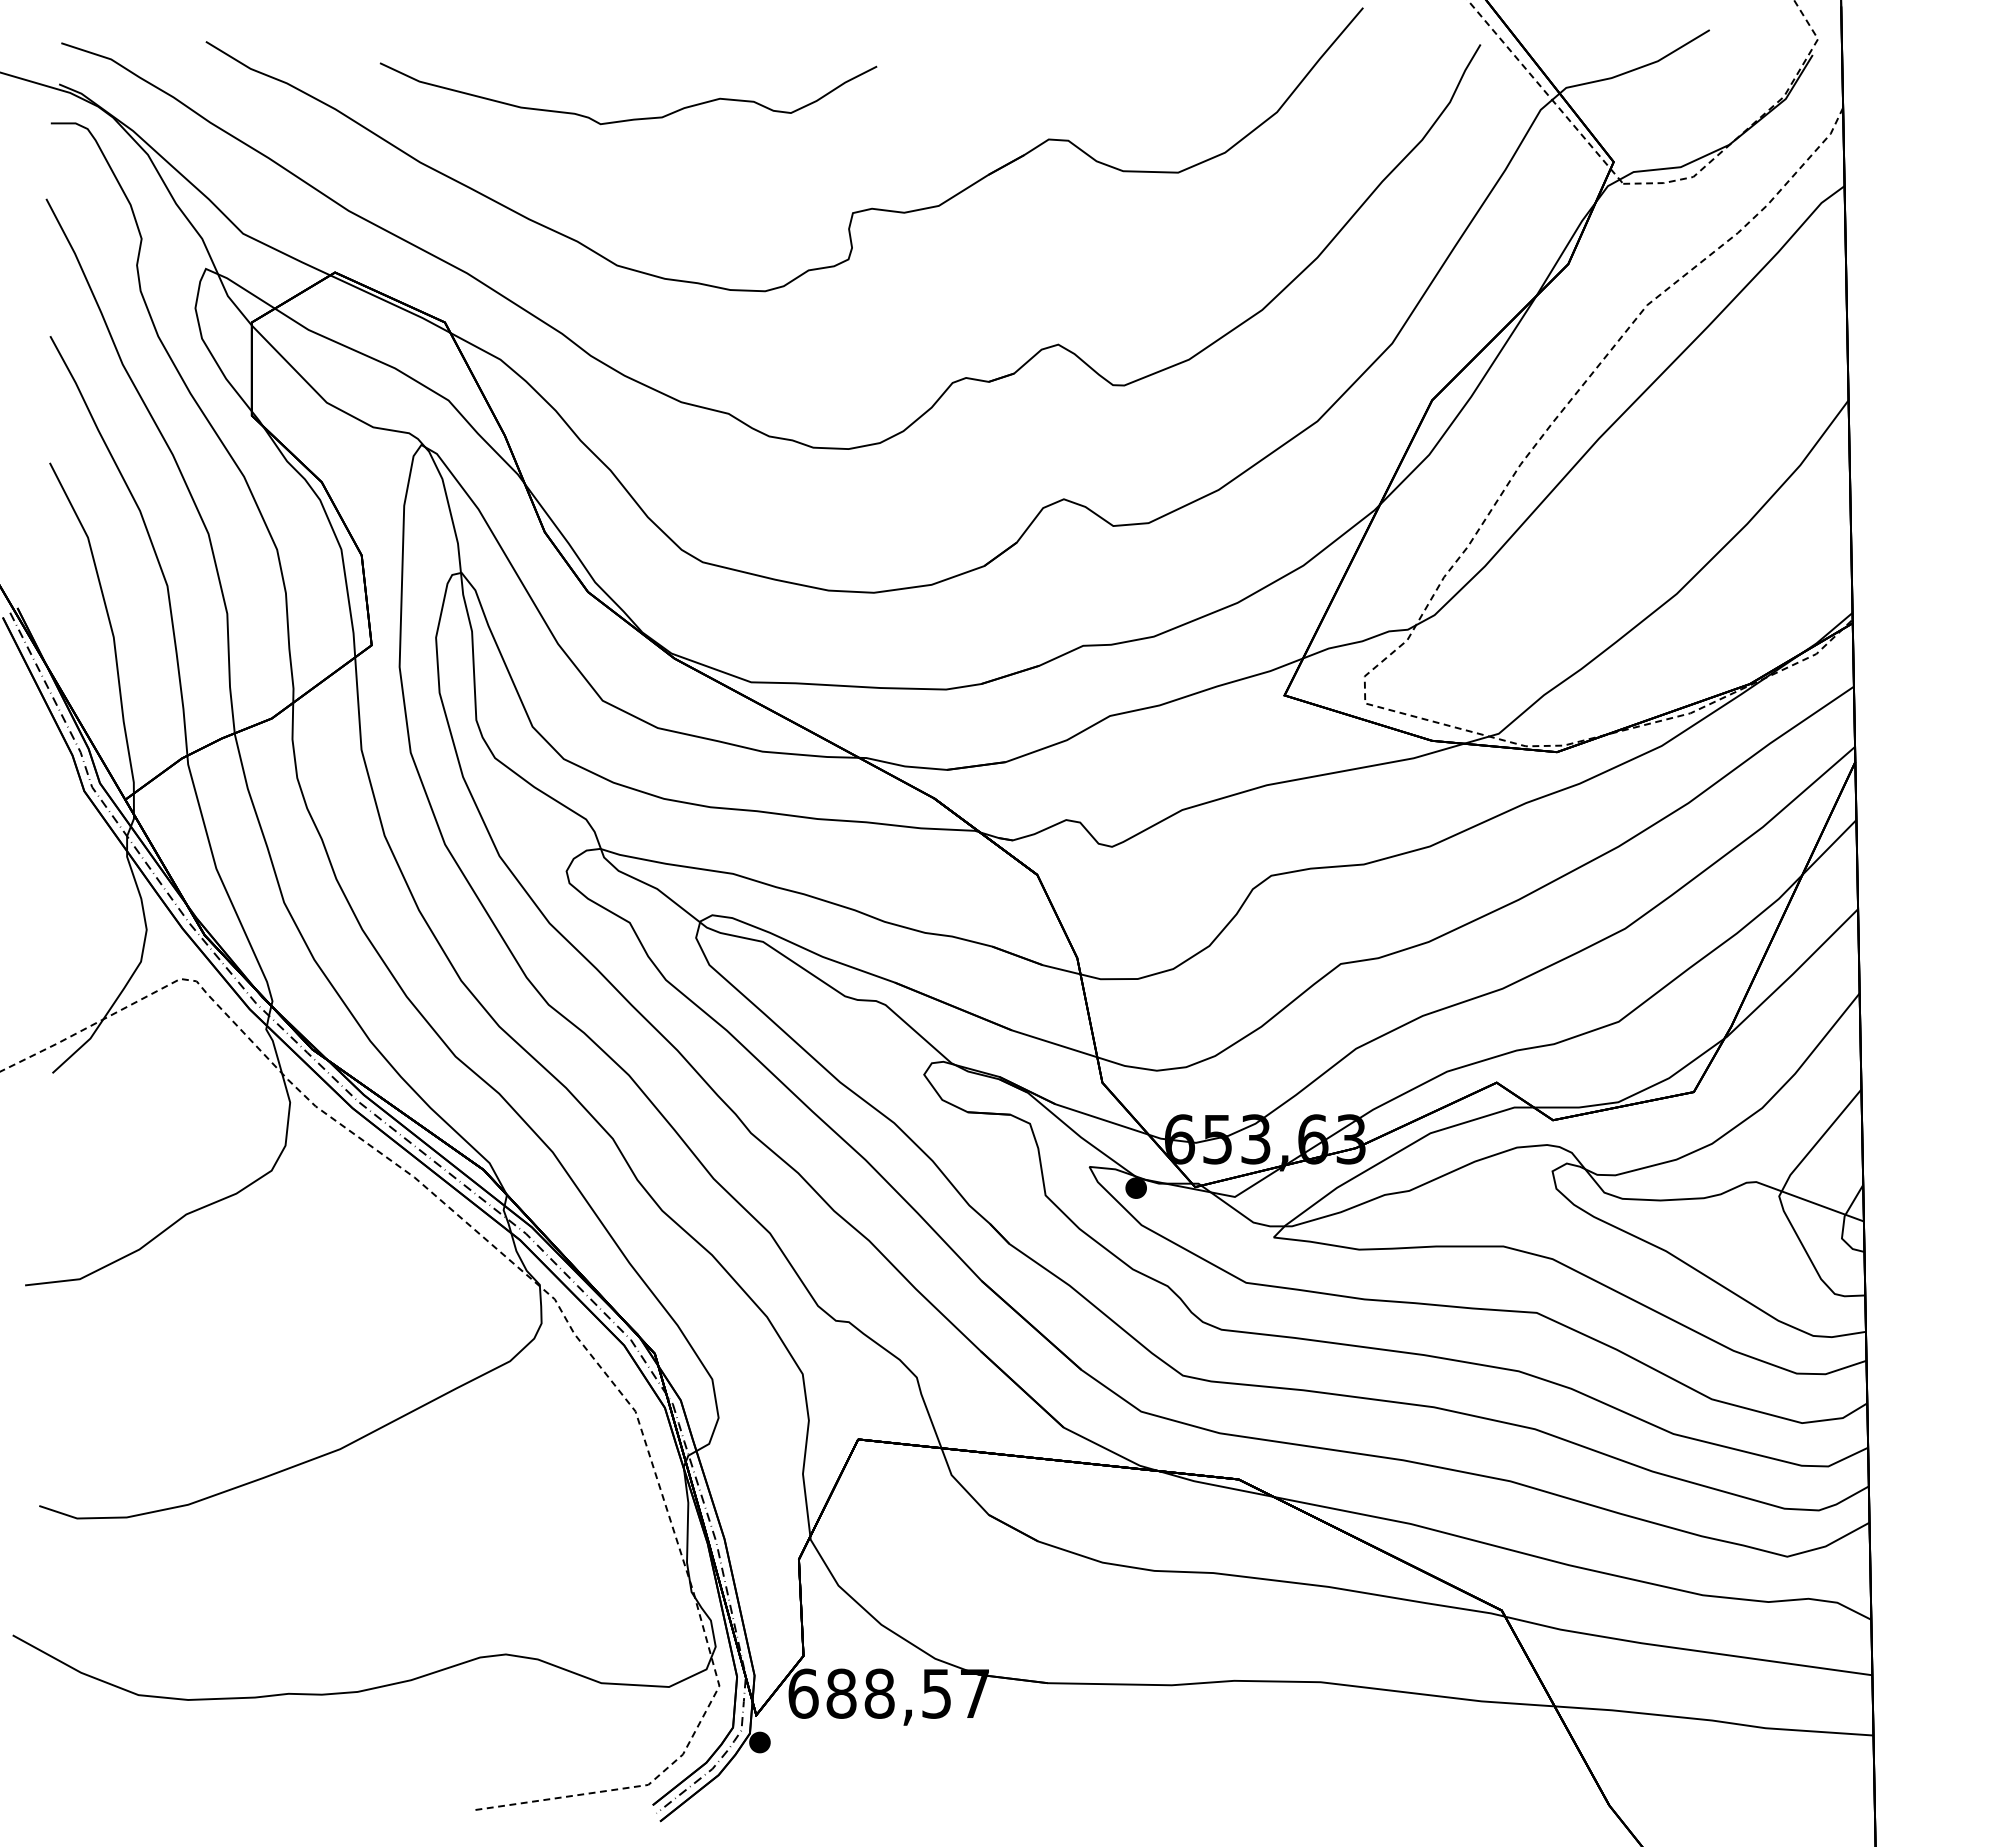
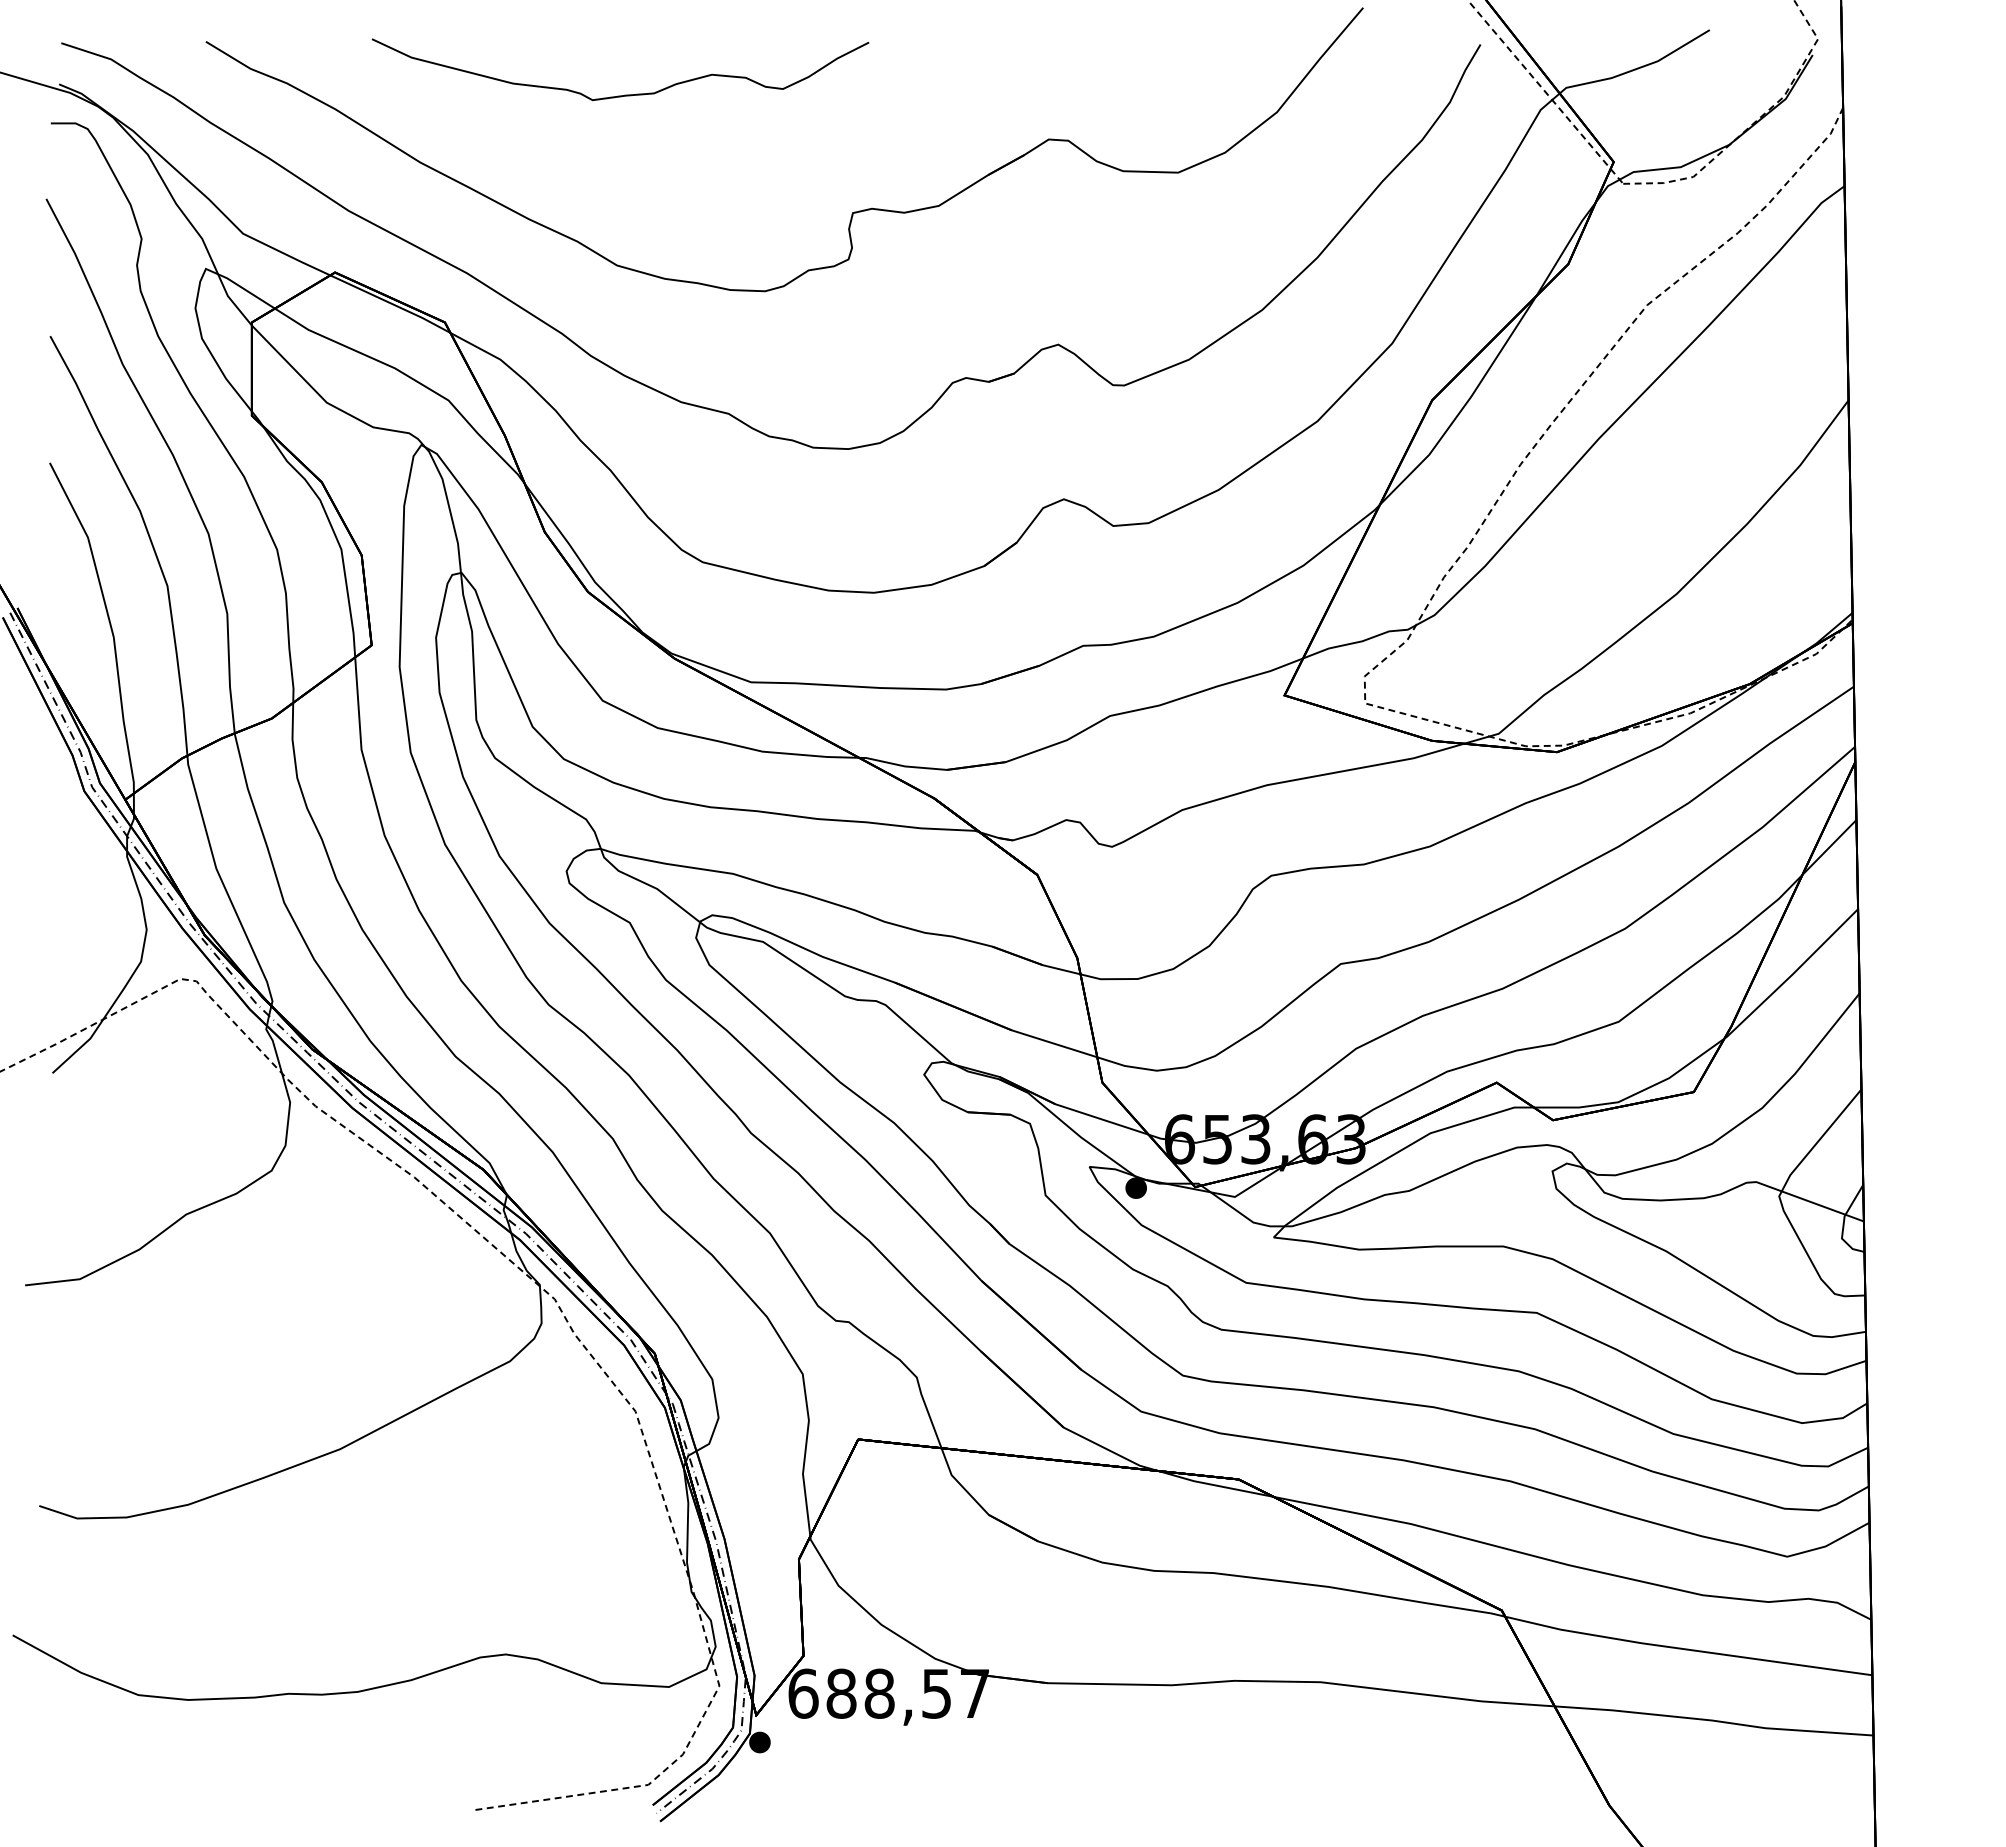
curve at (632, 118) position: (632, 118) -> (624, 94)
